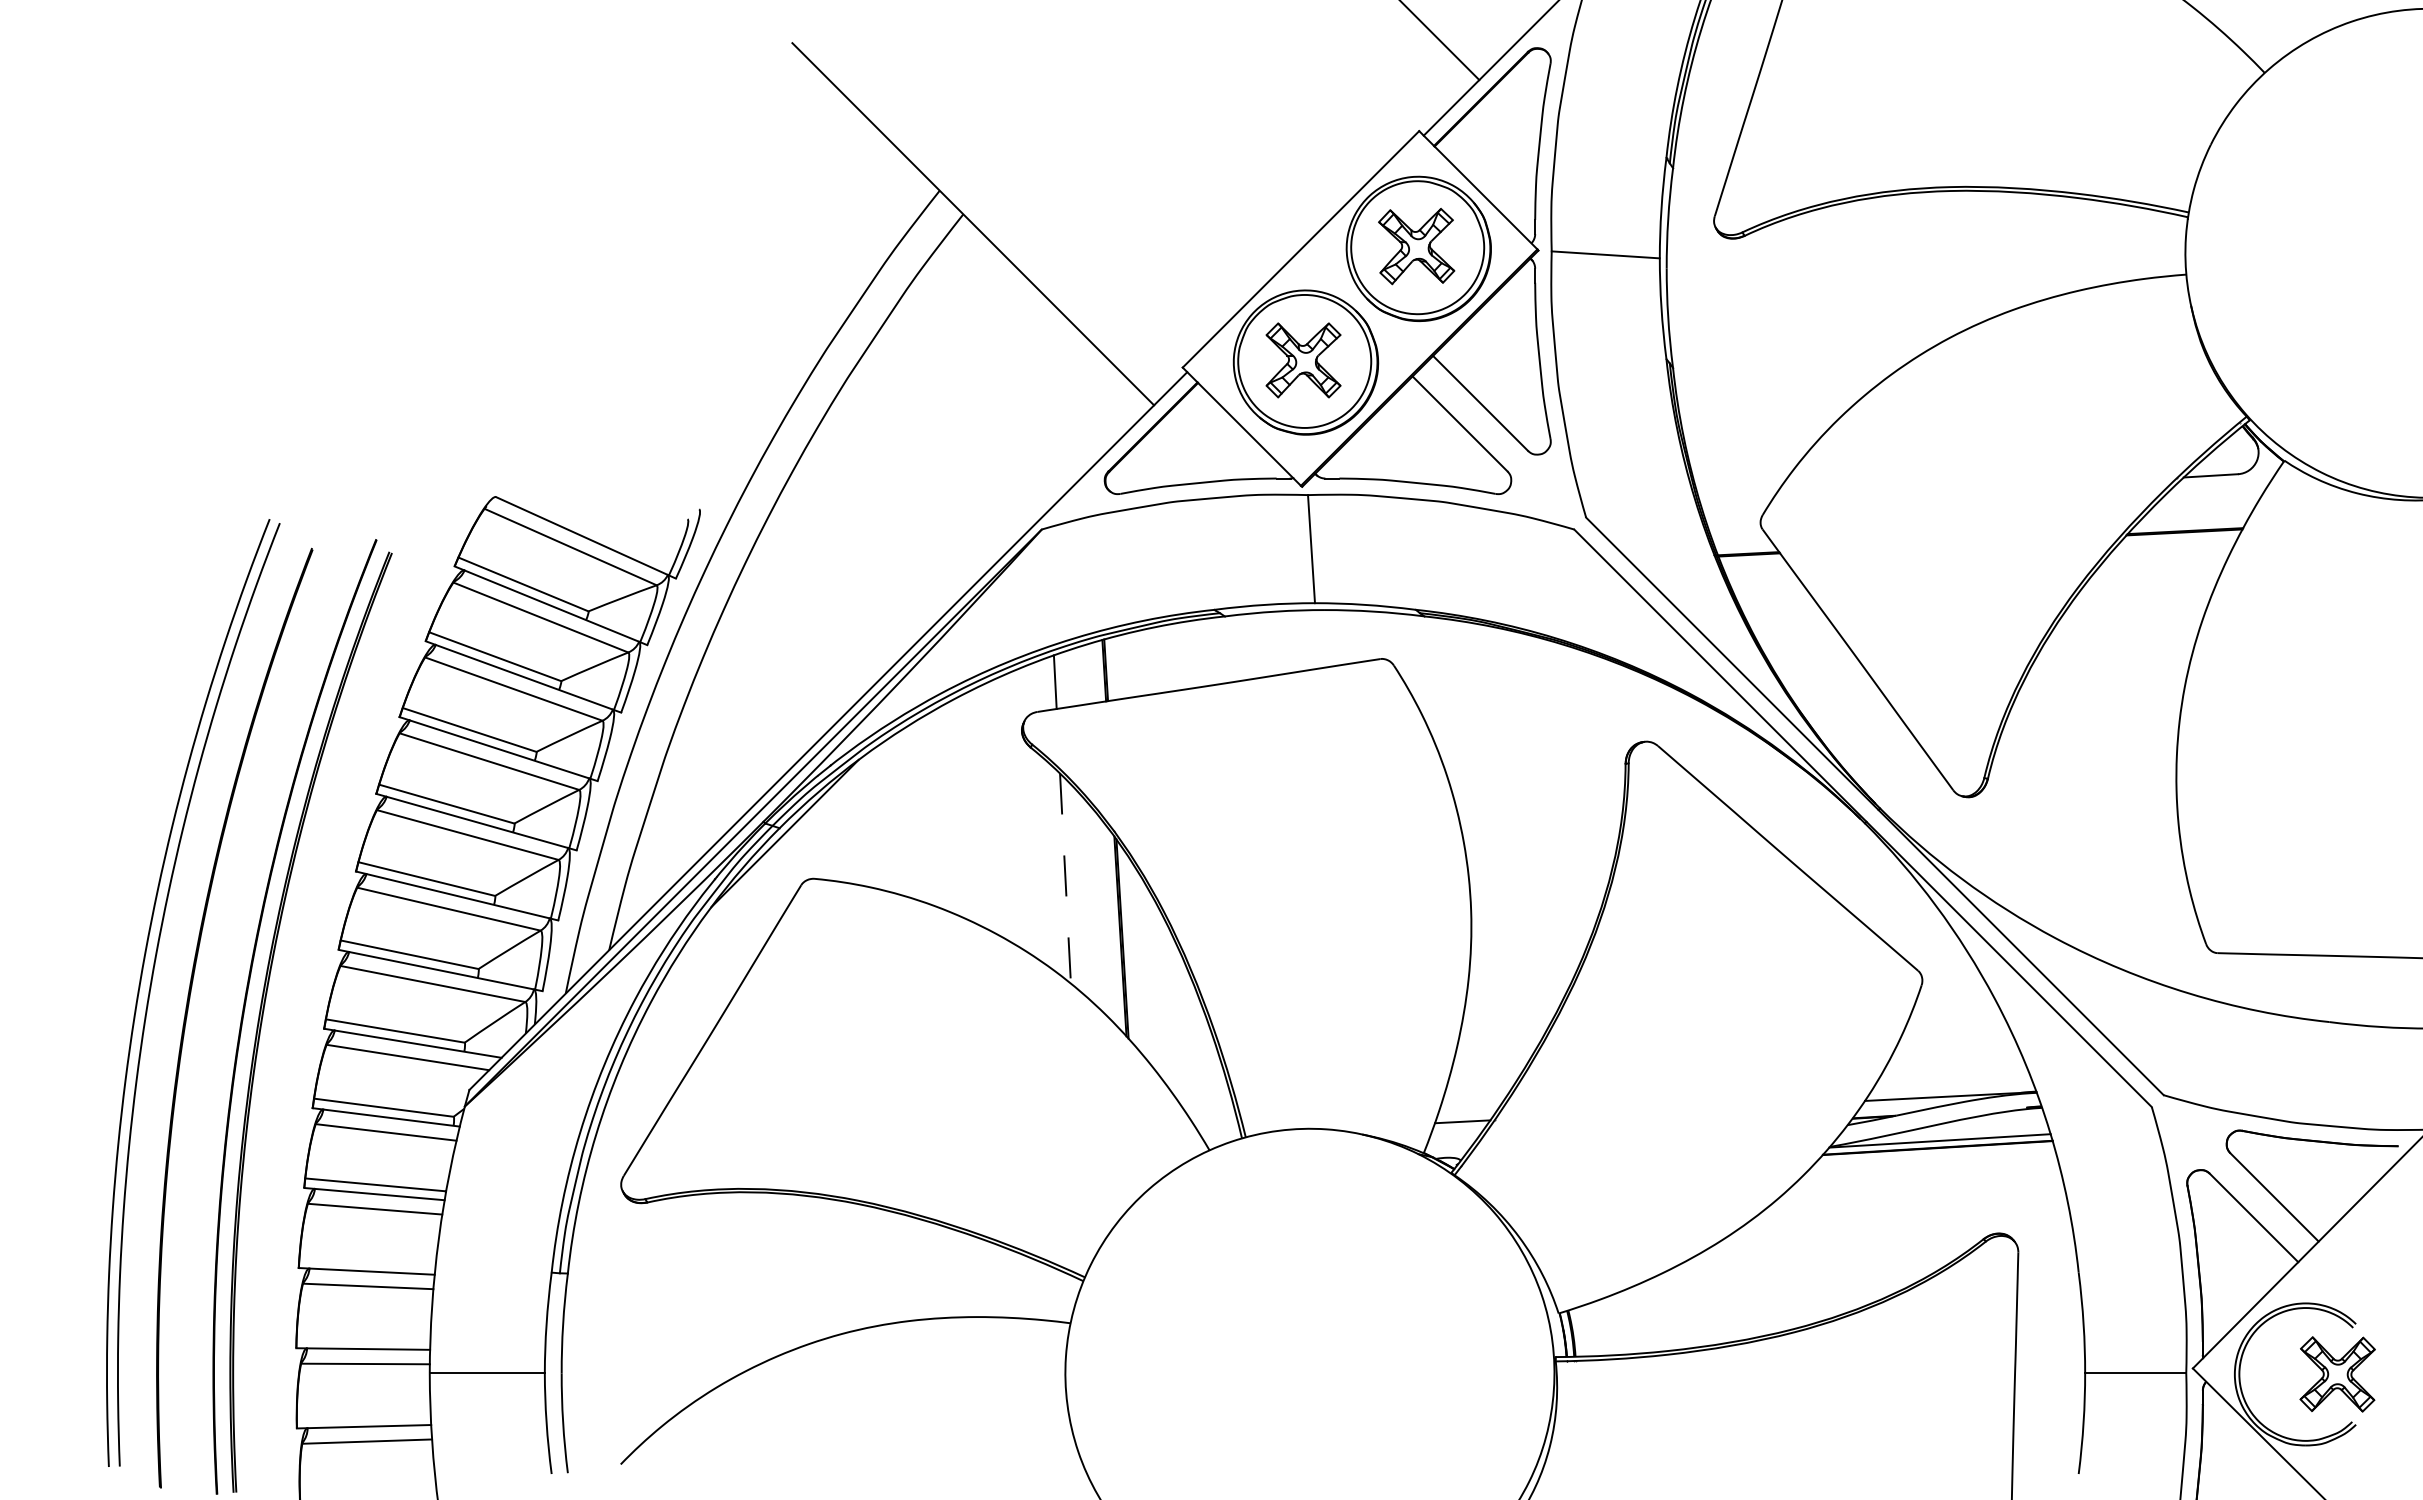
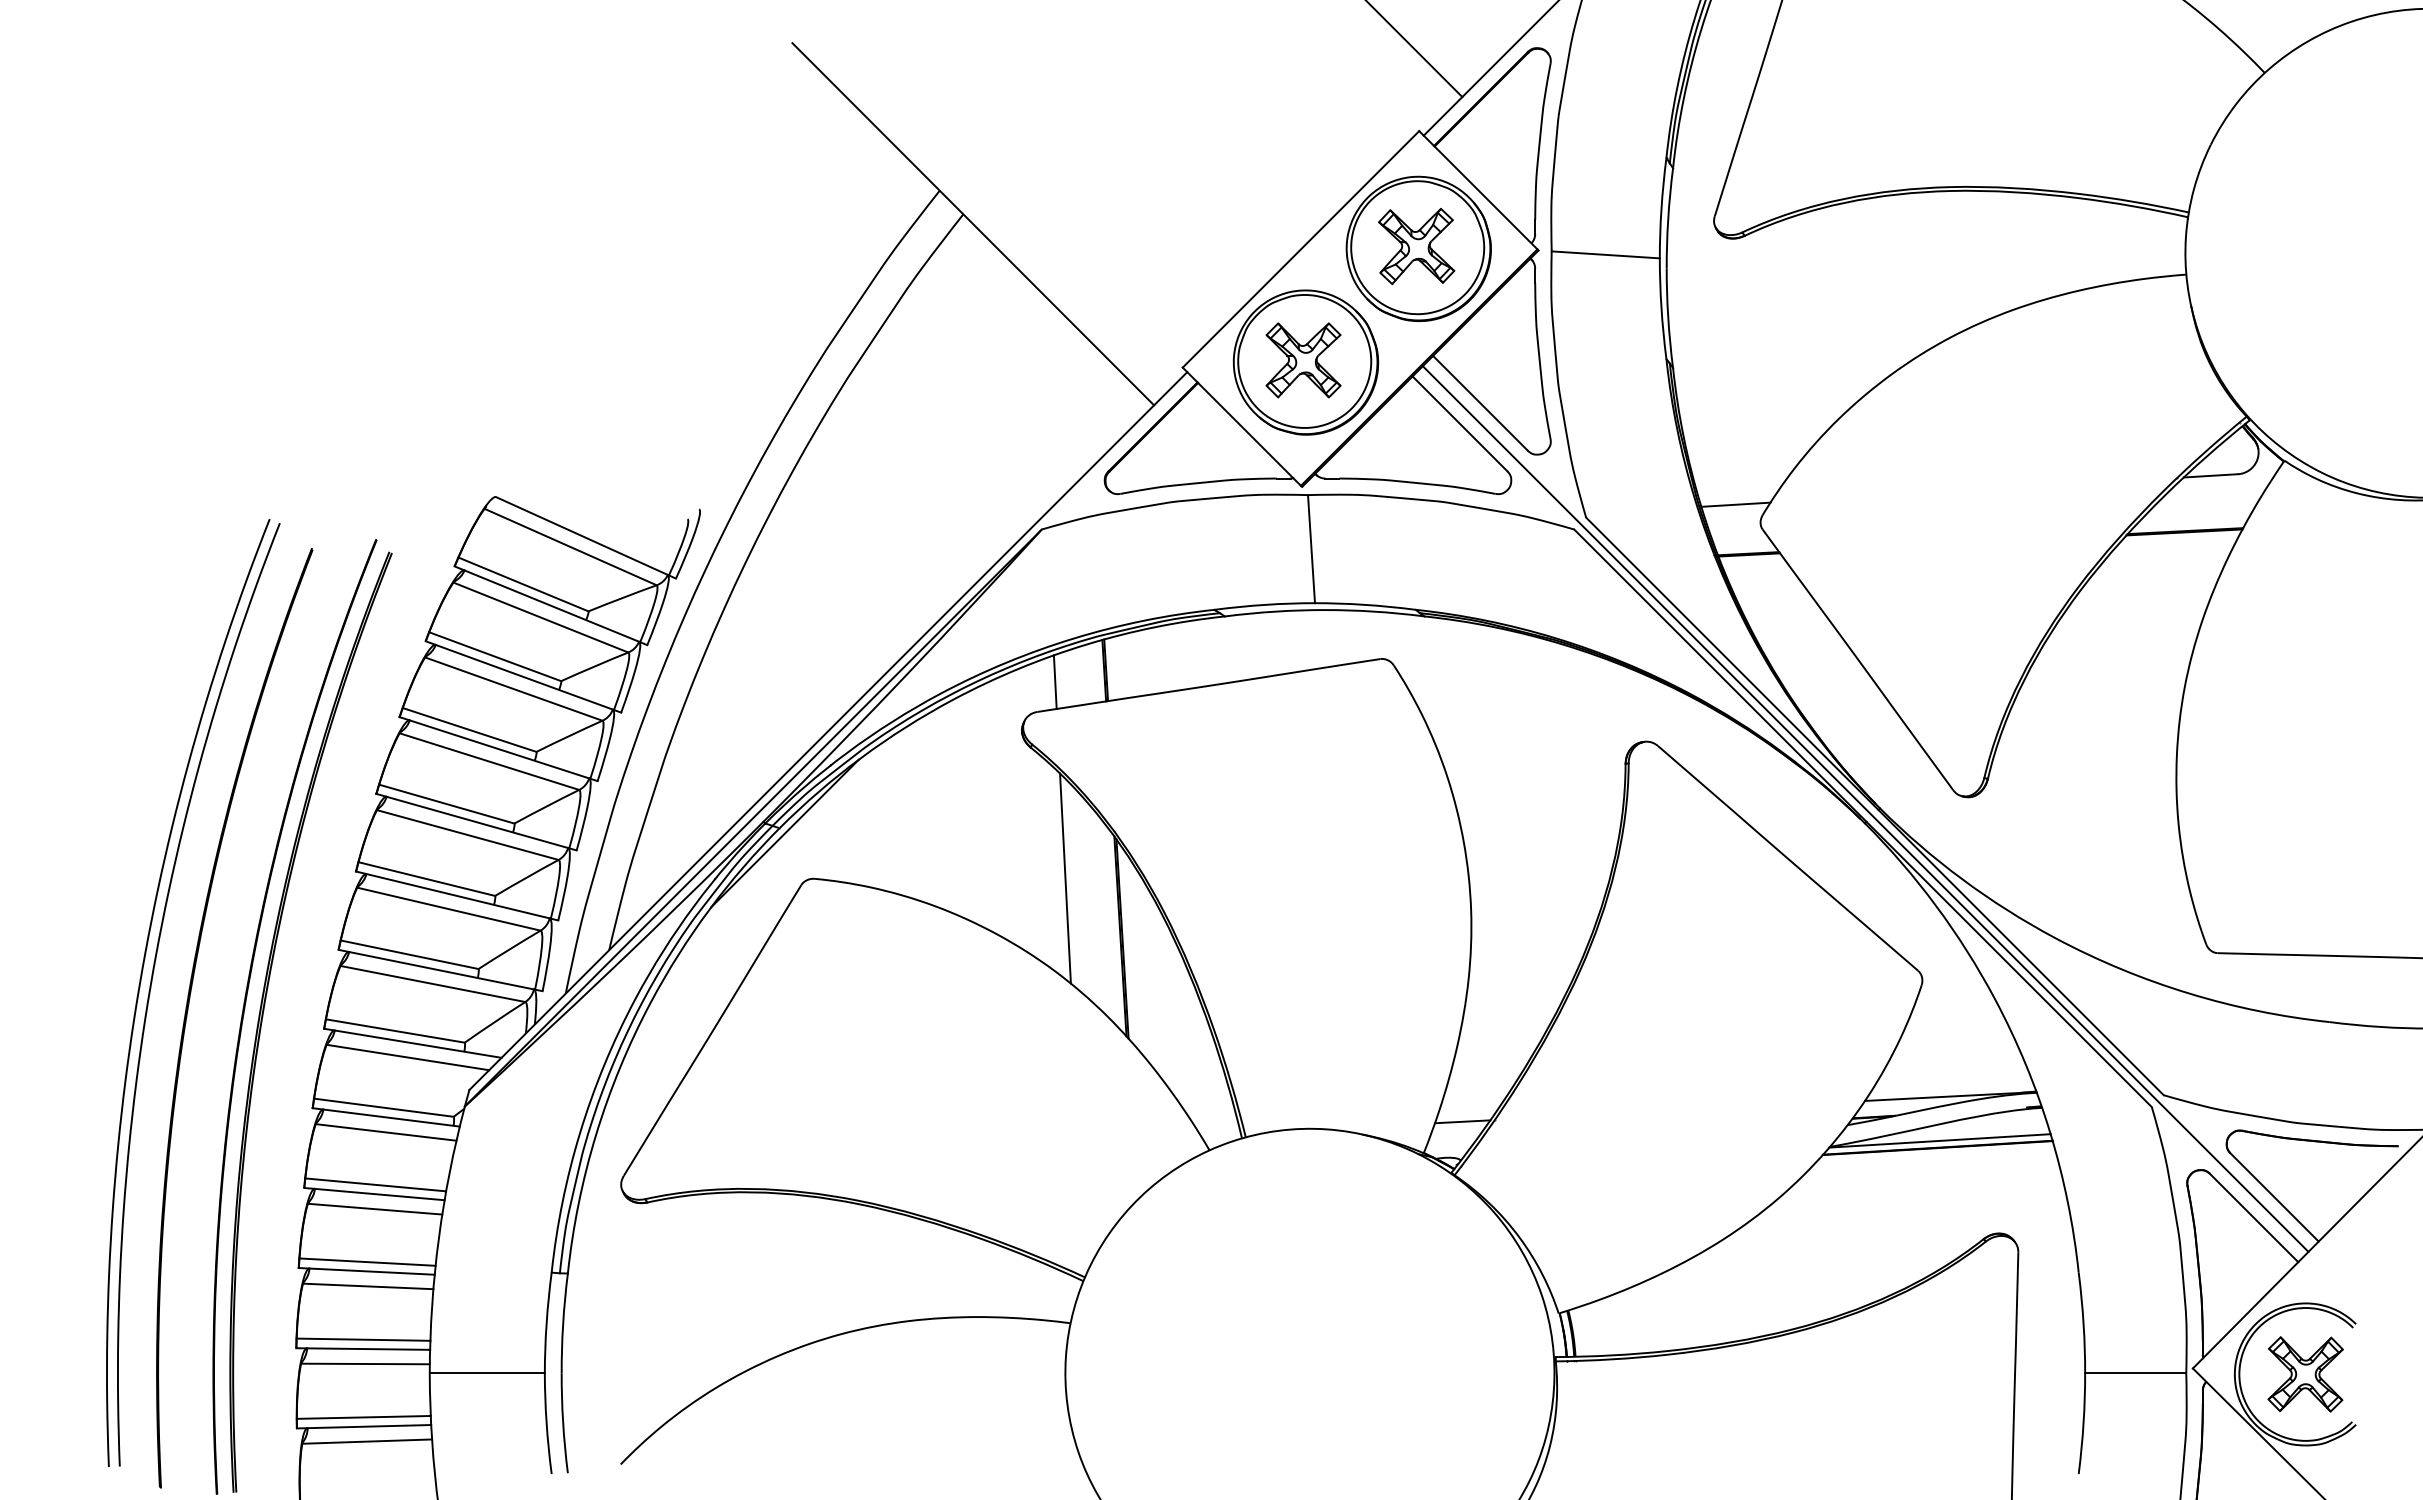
line at (1440, 41) position: (1440, 41) -> (1414, 49)
line at (1735, 504): none -> present
line at (1865, 808): none -> present
line at (1065, 879): dashed -> solid
line at (367, 1261): none -> present
line at (363, 1339): none -> present
part at (2337, 1374) position: (2337, 1374) -> (2305, 1374)
line at (363, 1416): none -> present
